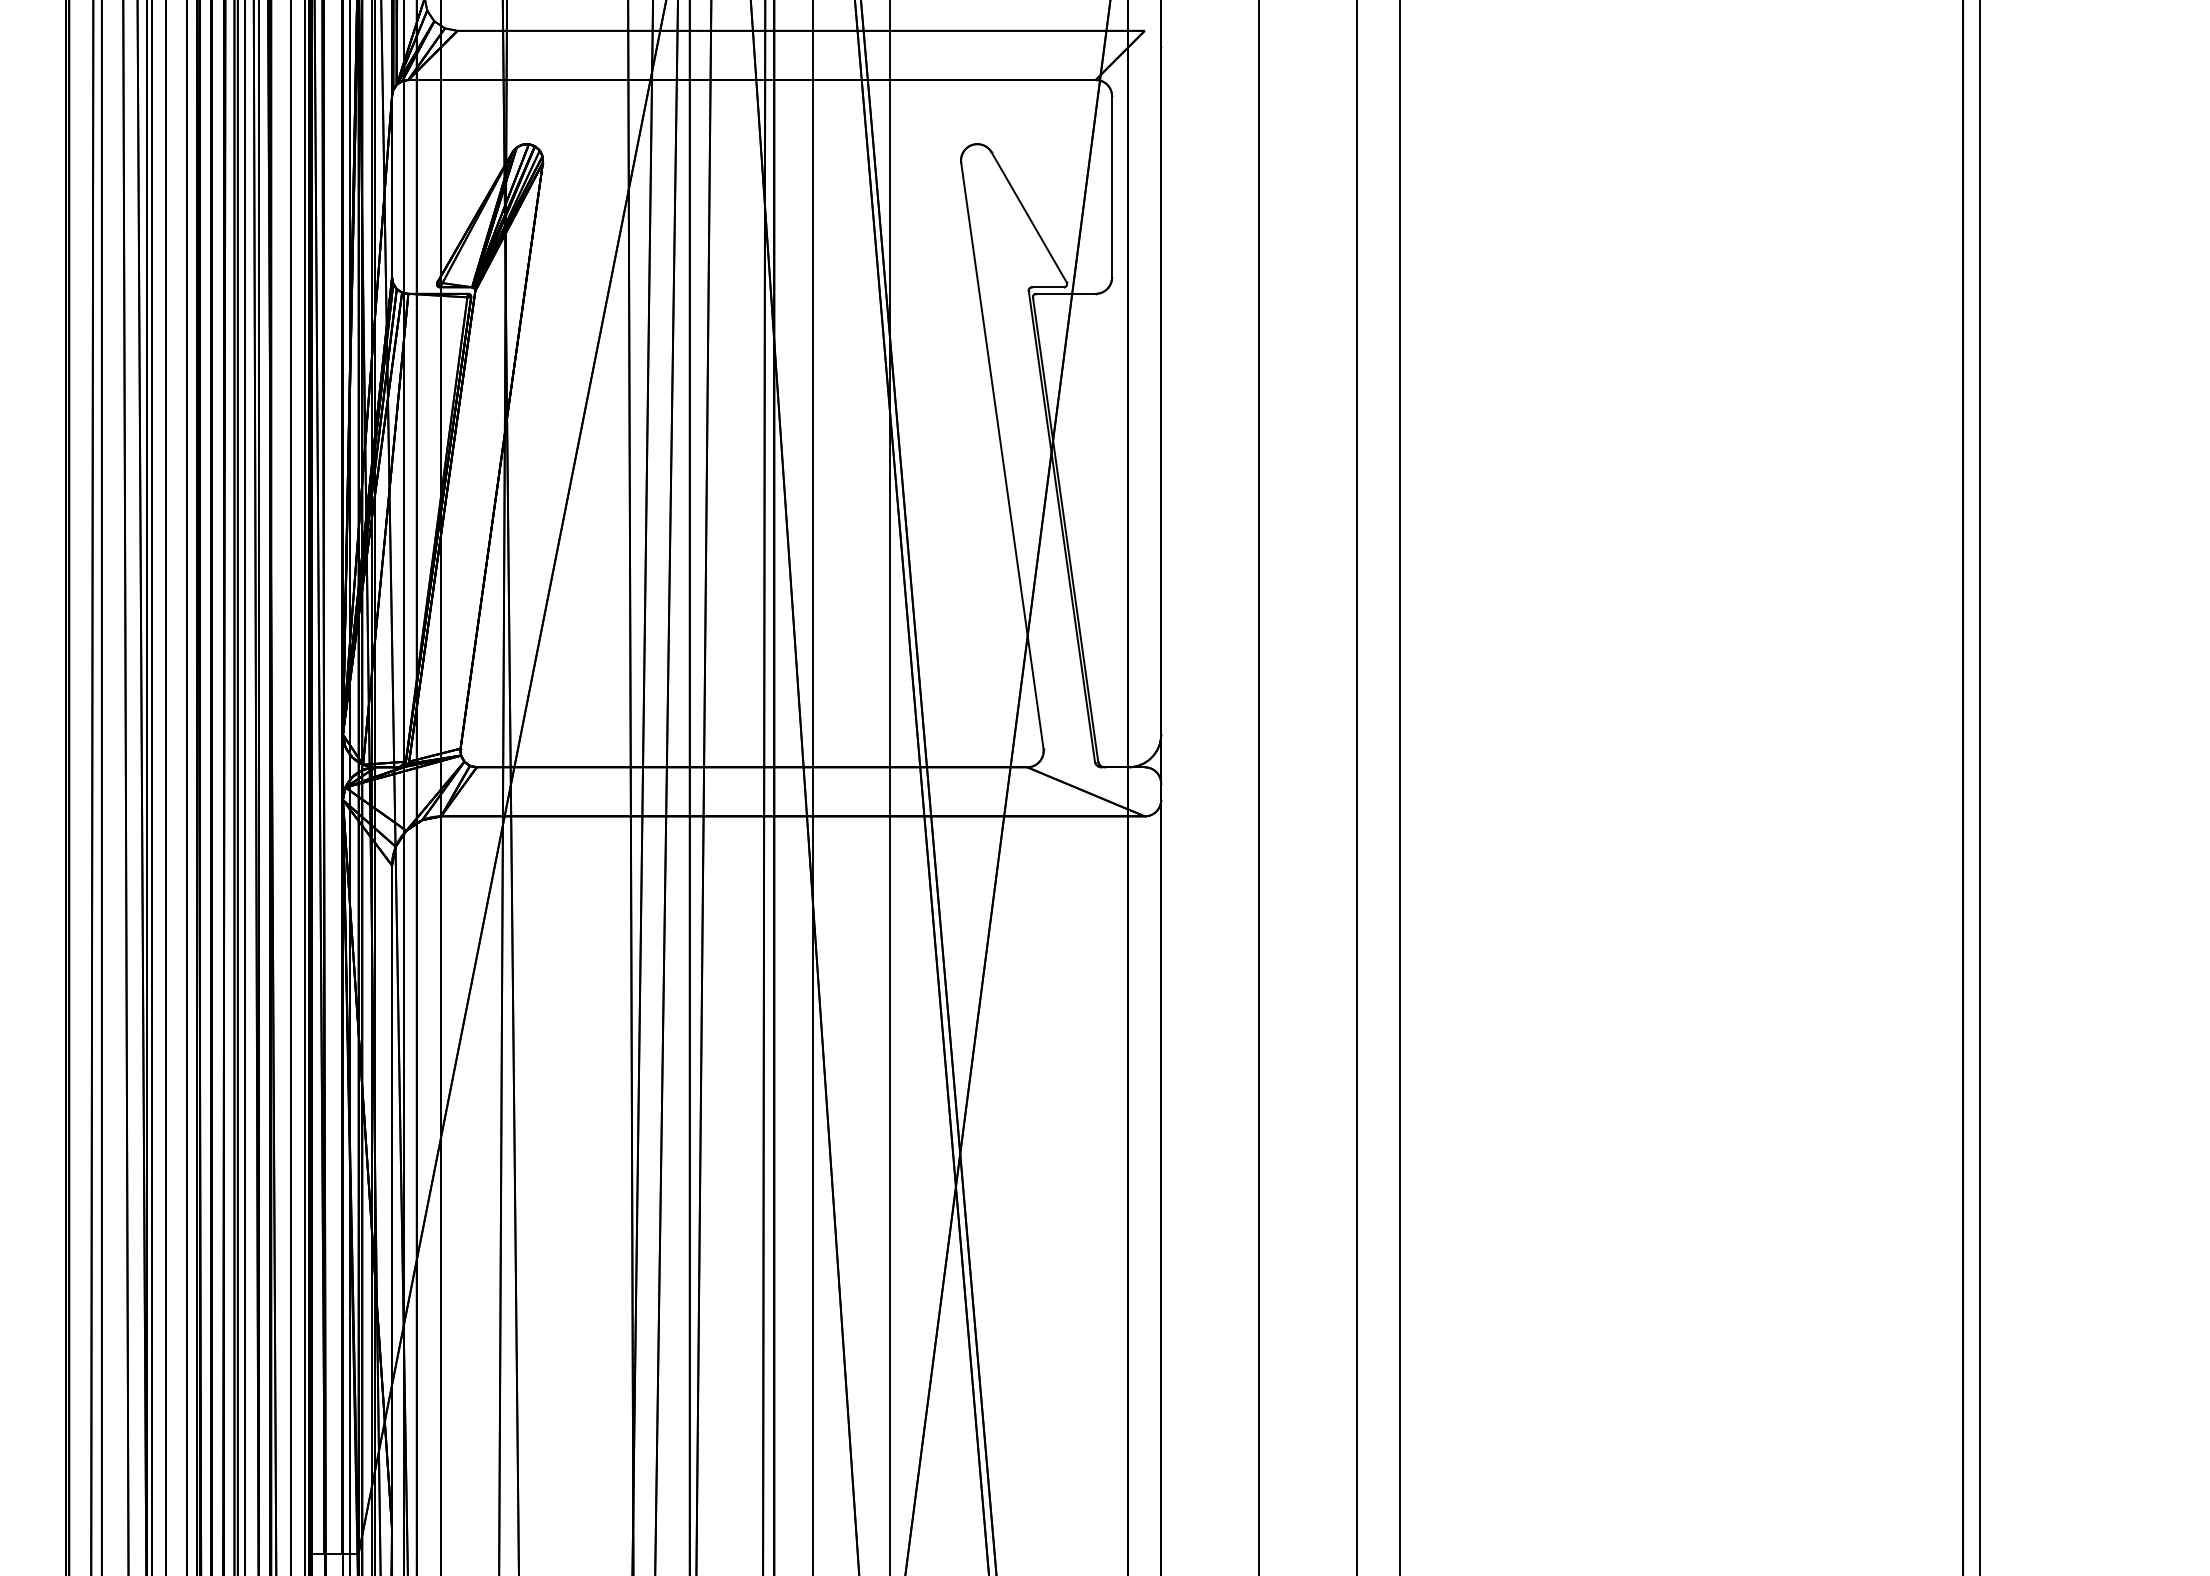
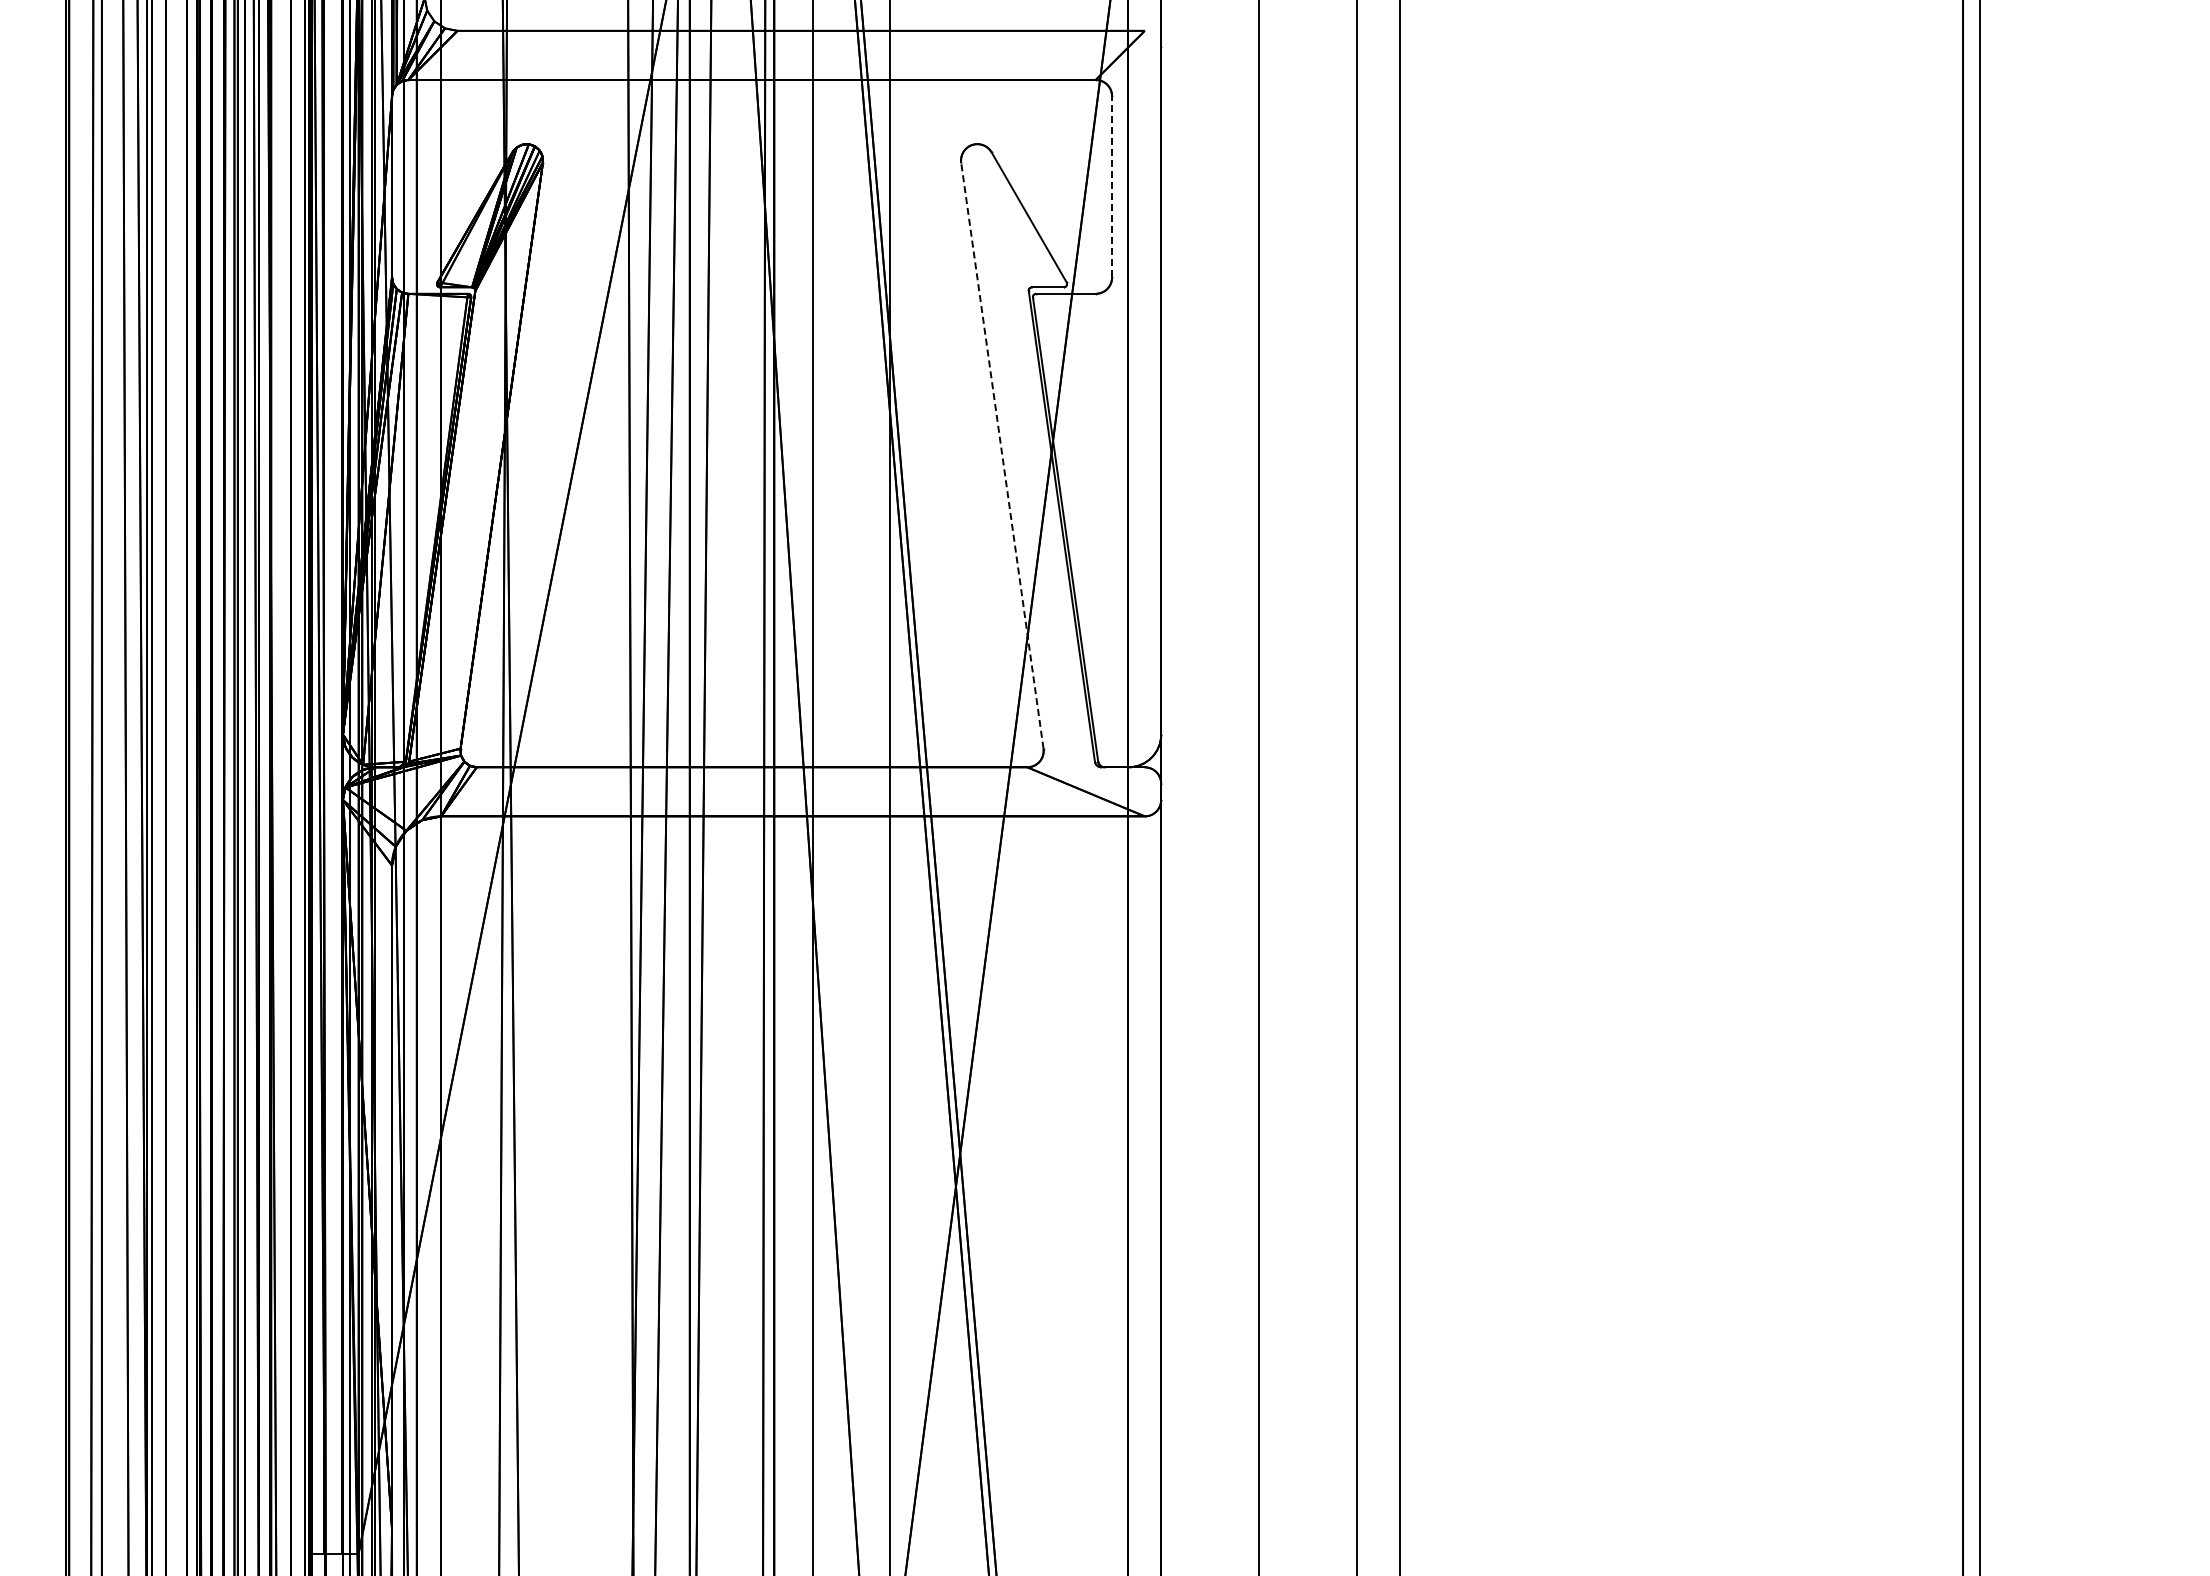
line at (1112, 186): solid -> dashed
line at (1002, 455): solid -> dashed
